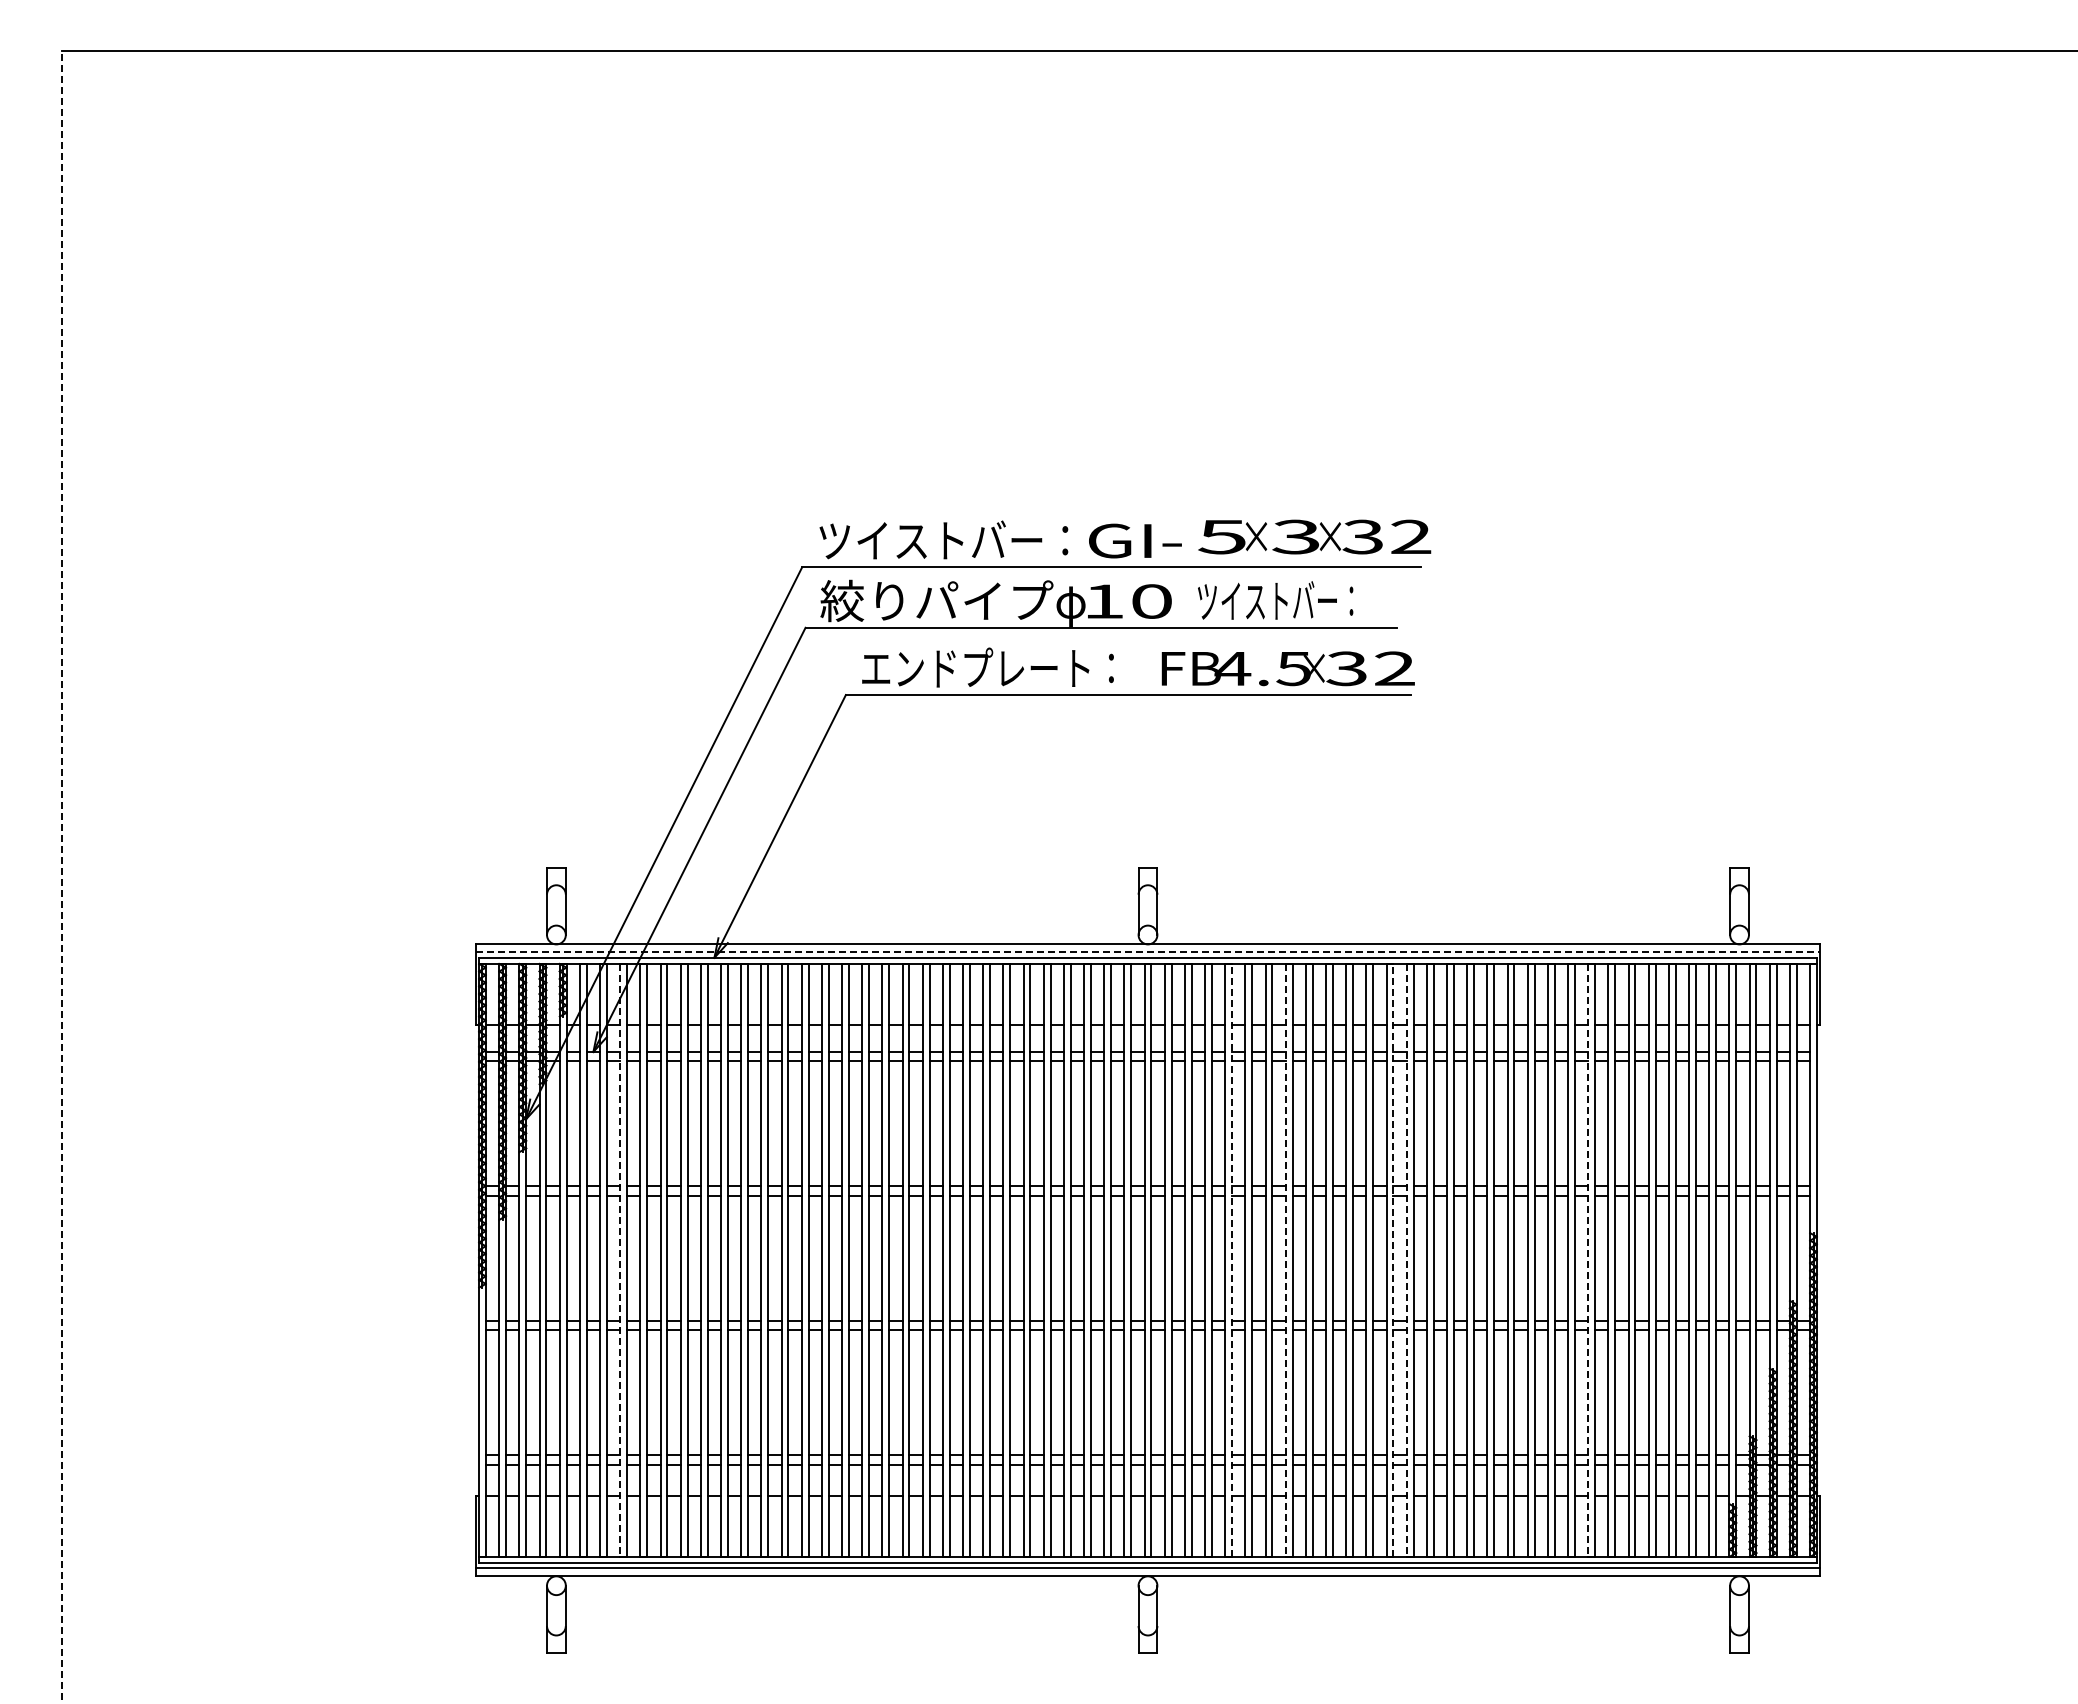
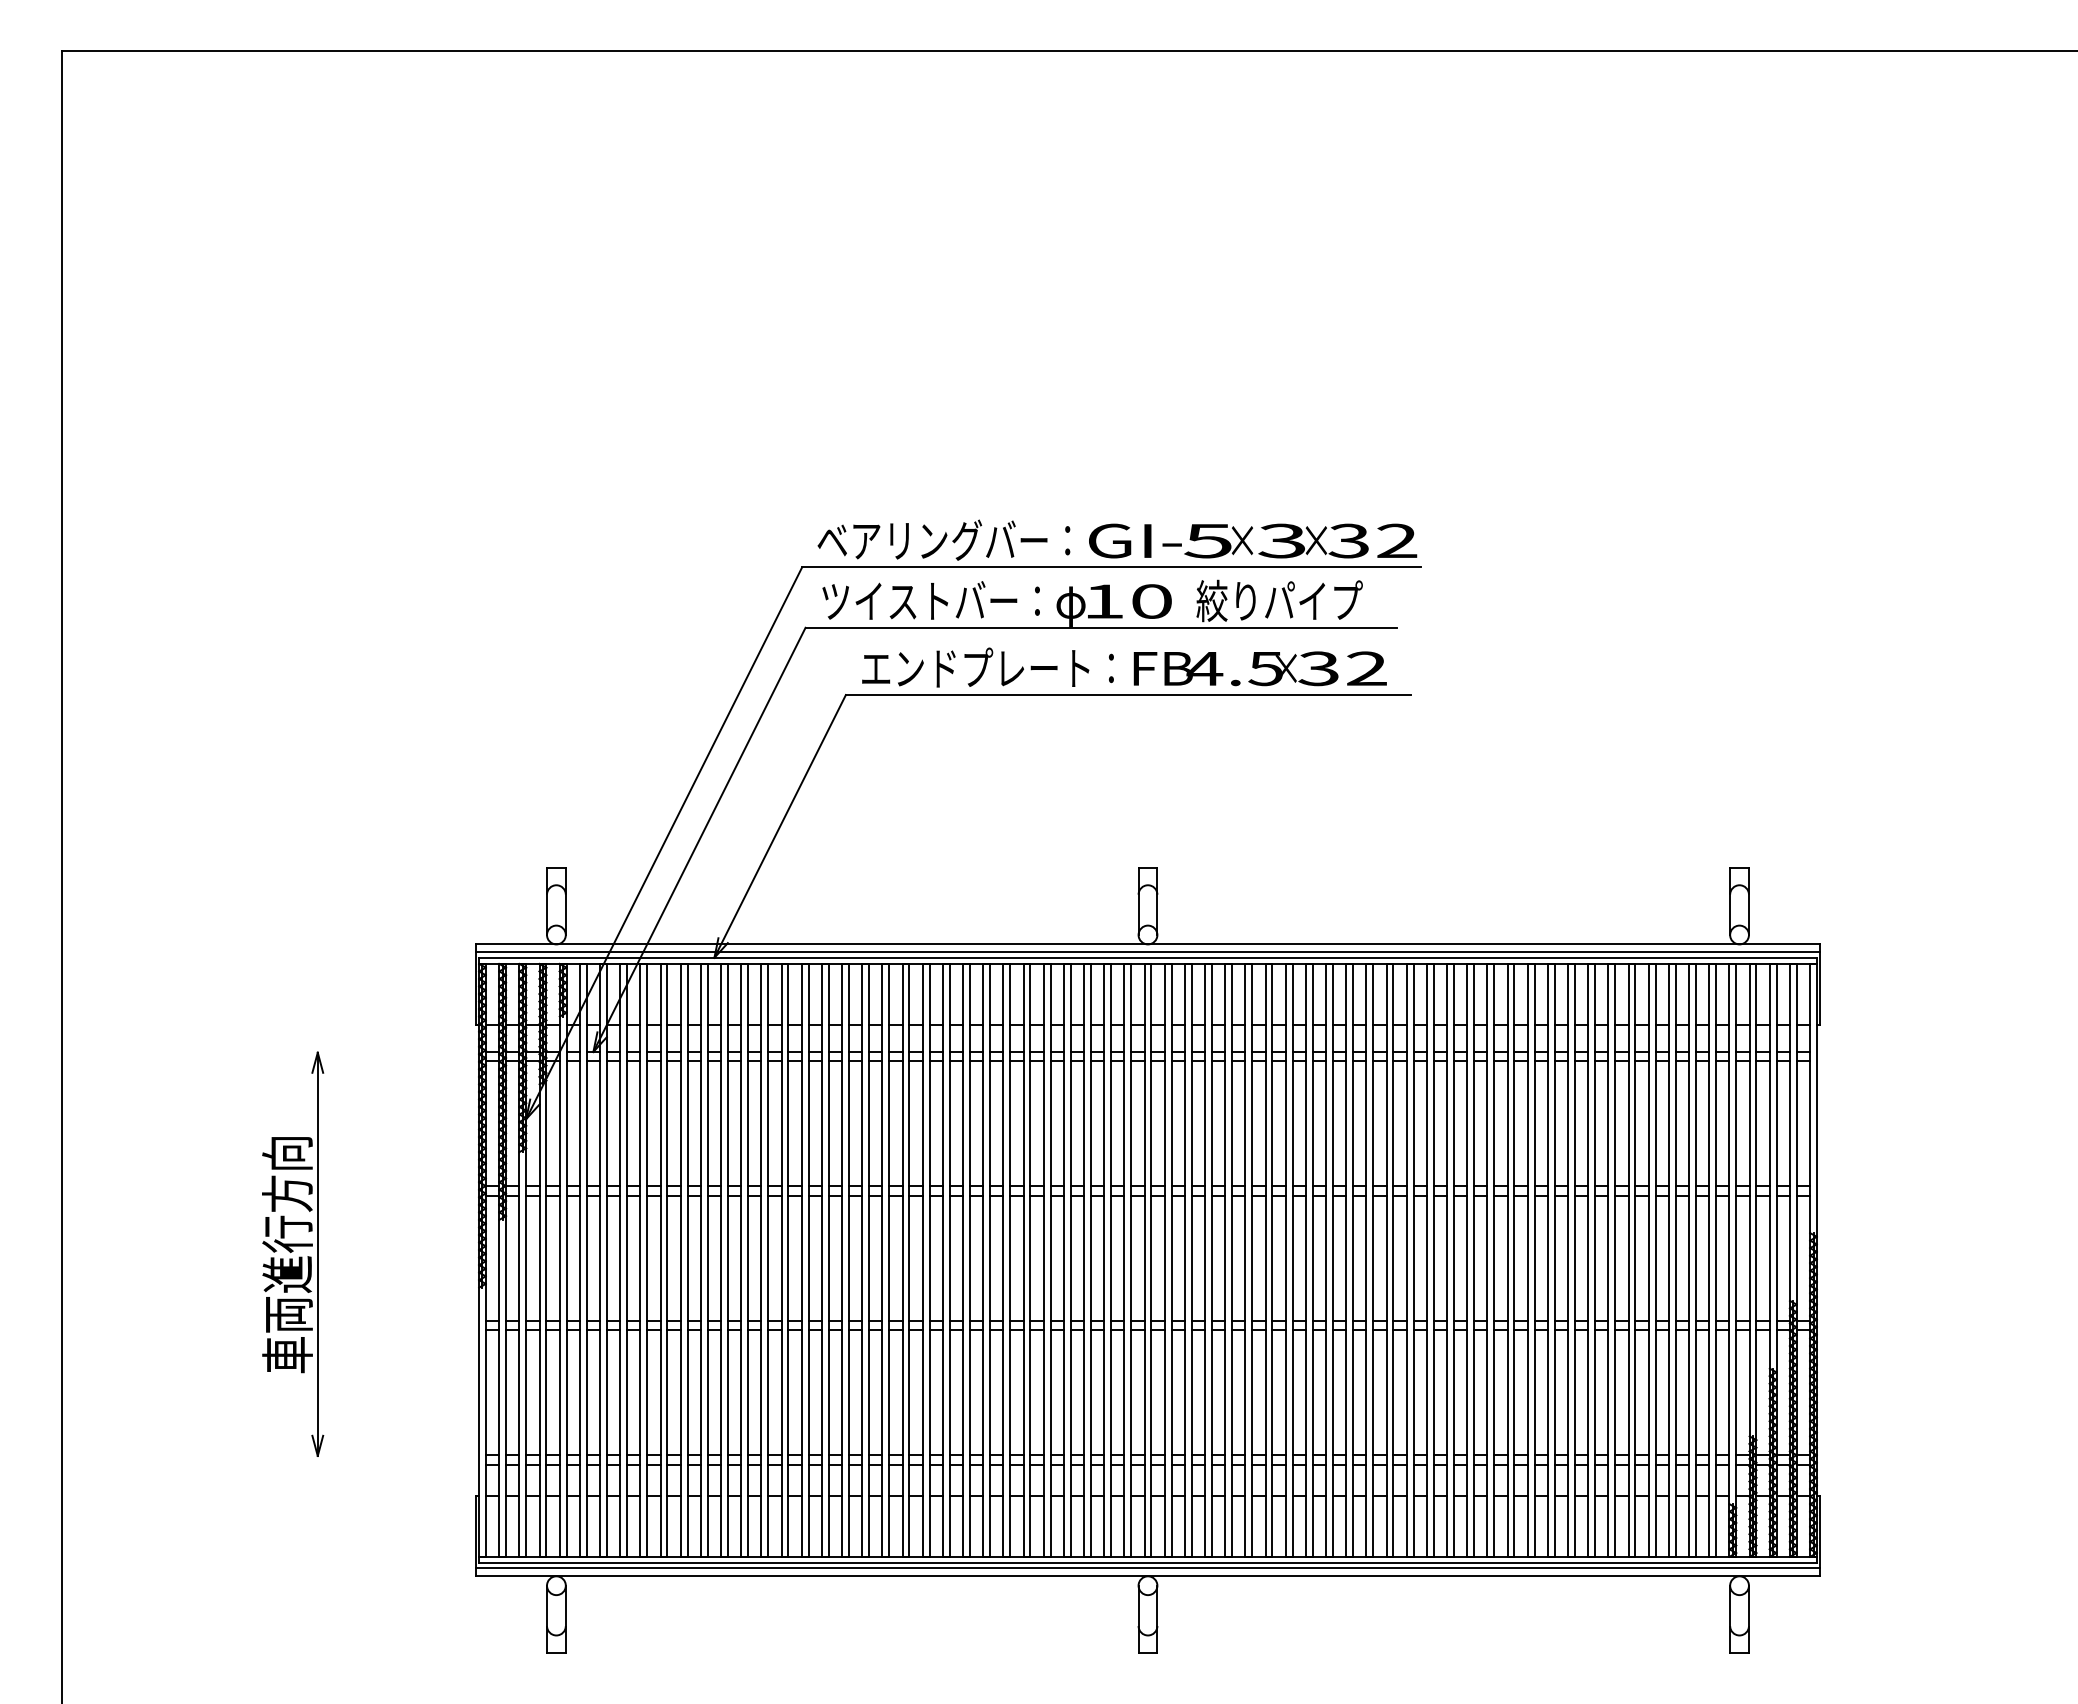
text at (1314, 536) position: (1314, 536) -> (1300, 540)
text at (943, 539): ツイストバー： -> ベアリングバー：
text at (936, 600): 絞りパイプ -> ツイストバー：
text at (1279, 600): ツイストバー： -> 絞りパイプ
text at (1287, 668) position: (1287, 668) -> (1259, 668)
line at (62, 876): dashed -> solid
line at (1148, 952): dashed -> solid
part at (293, 1253): none -> present
line at (1232, 1259): dashed -> solid
line at (1393, 1259): dashed -> solid
line at (620, 1260): dashed -> solid
line at (1285, 1260): dashed -> solid
line at (1406, 1260): dashed -> solid
line at (1588, 1260): dashed -> solid
